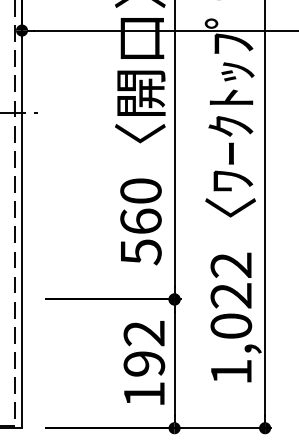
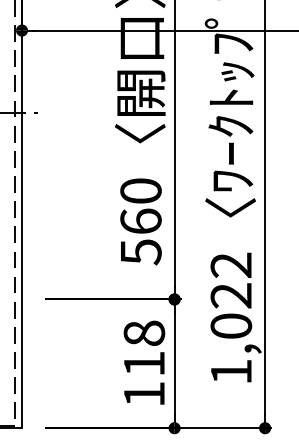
text at (144, 348): 192 -> 118
